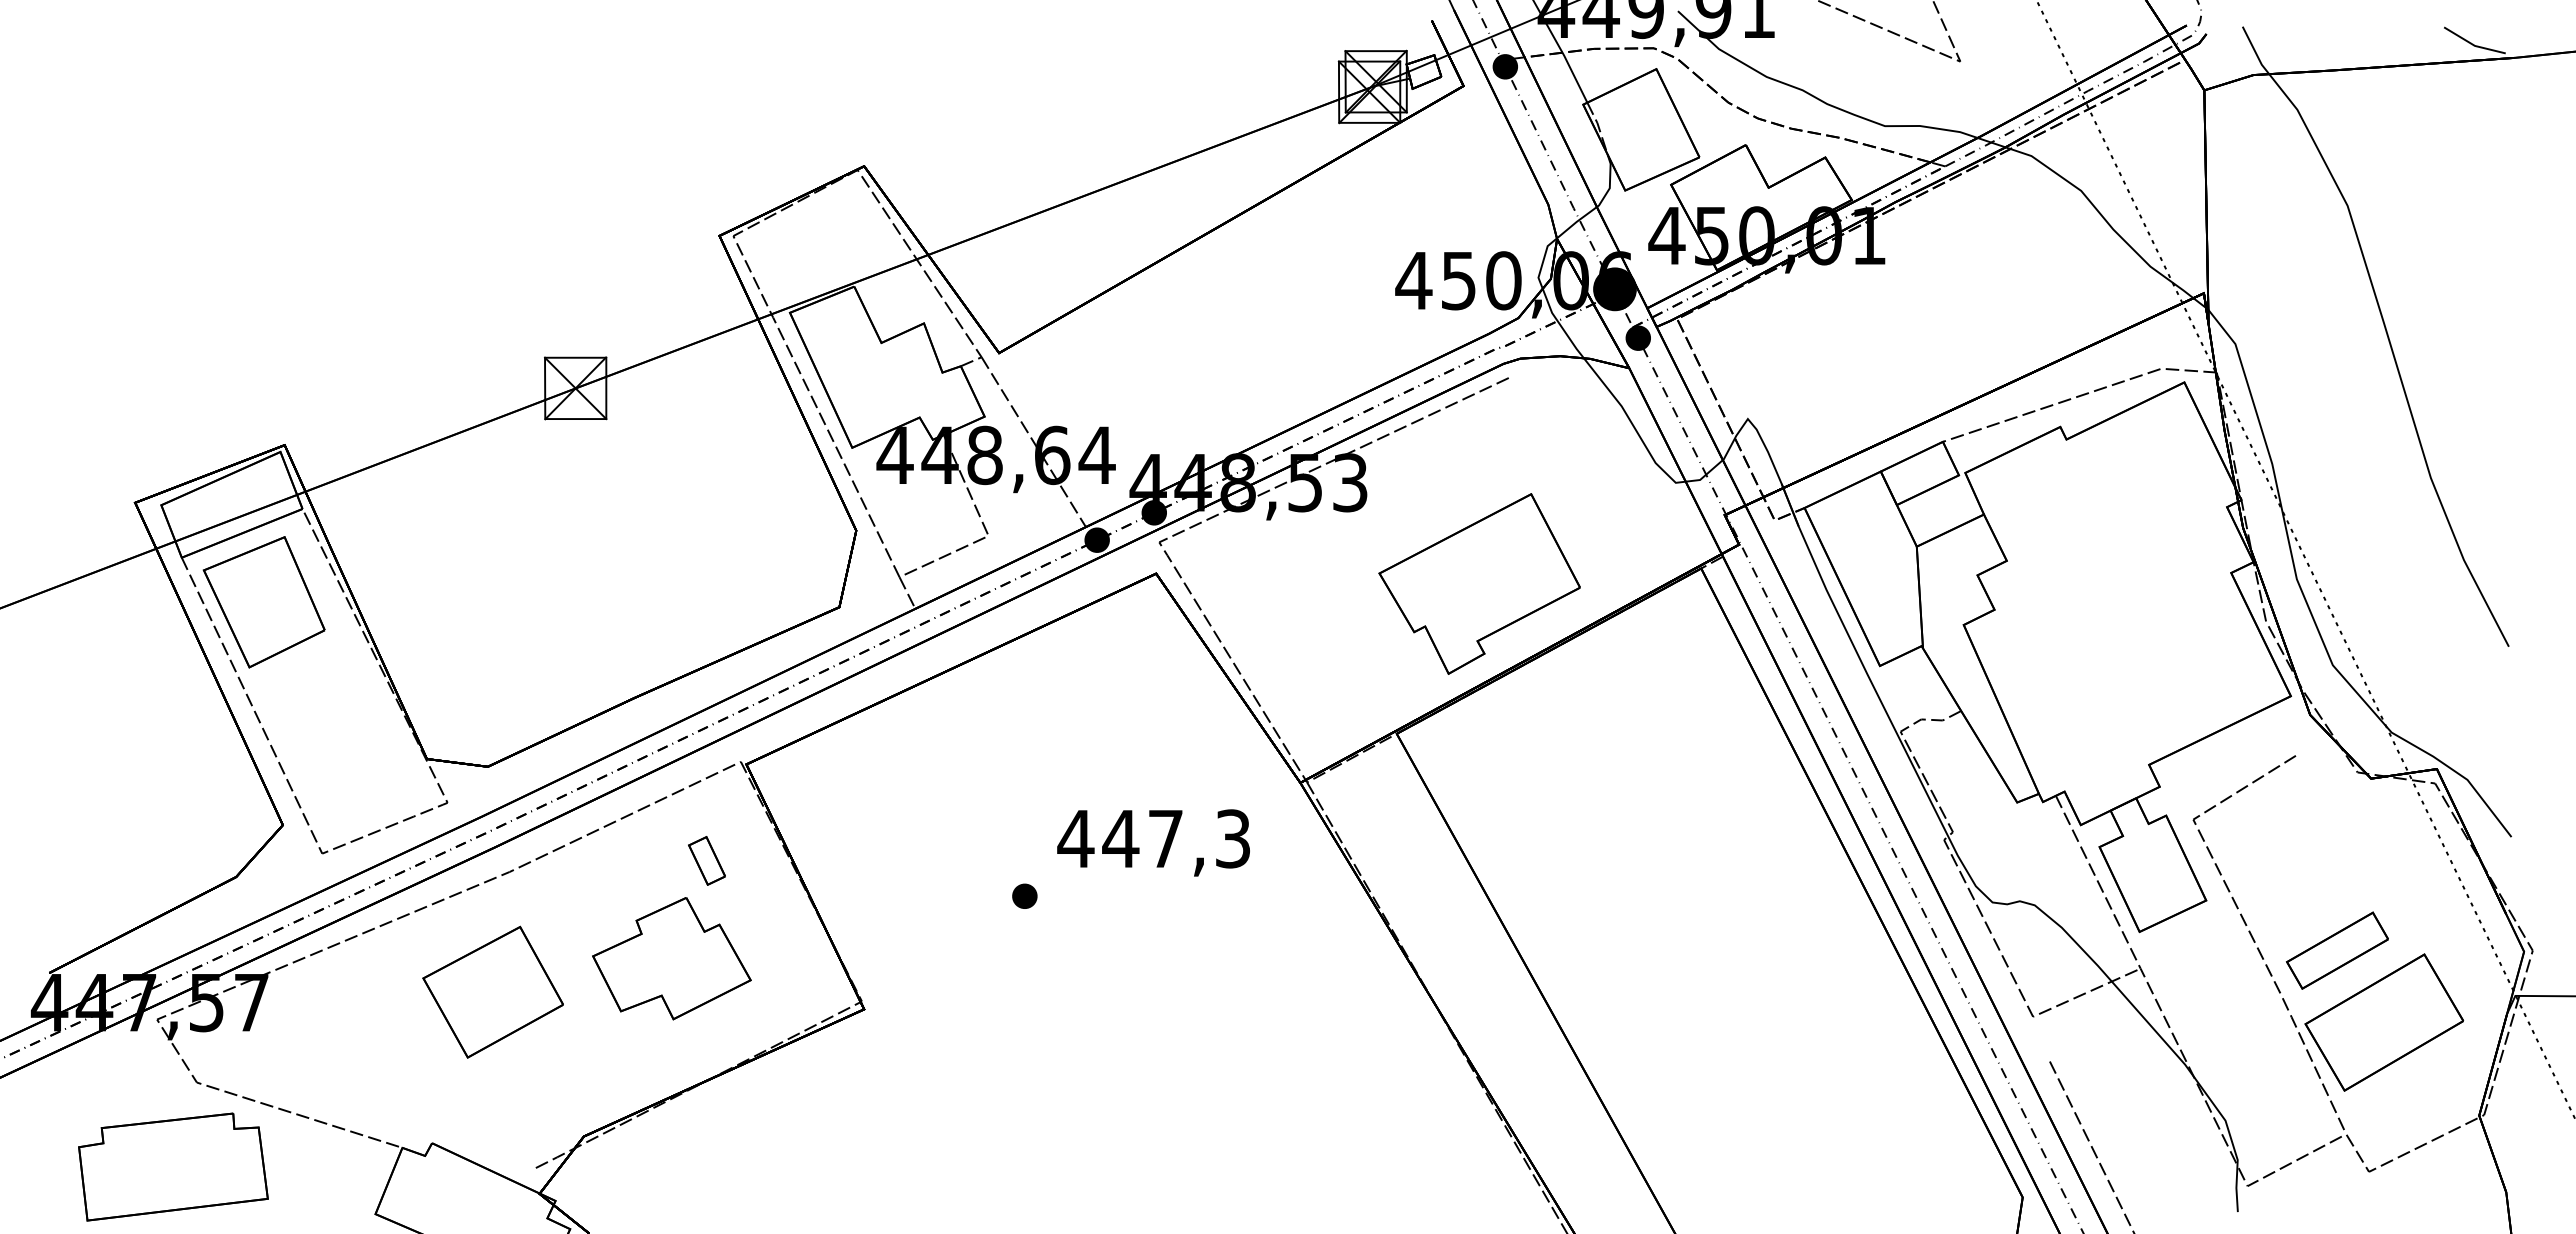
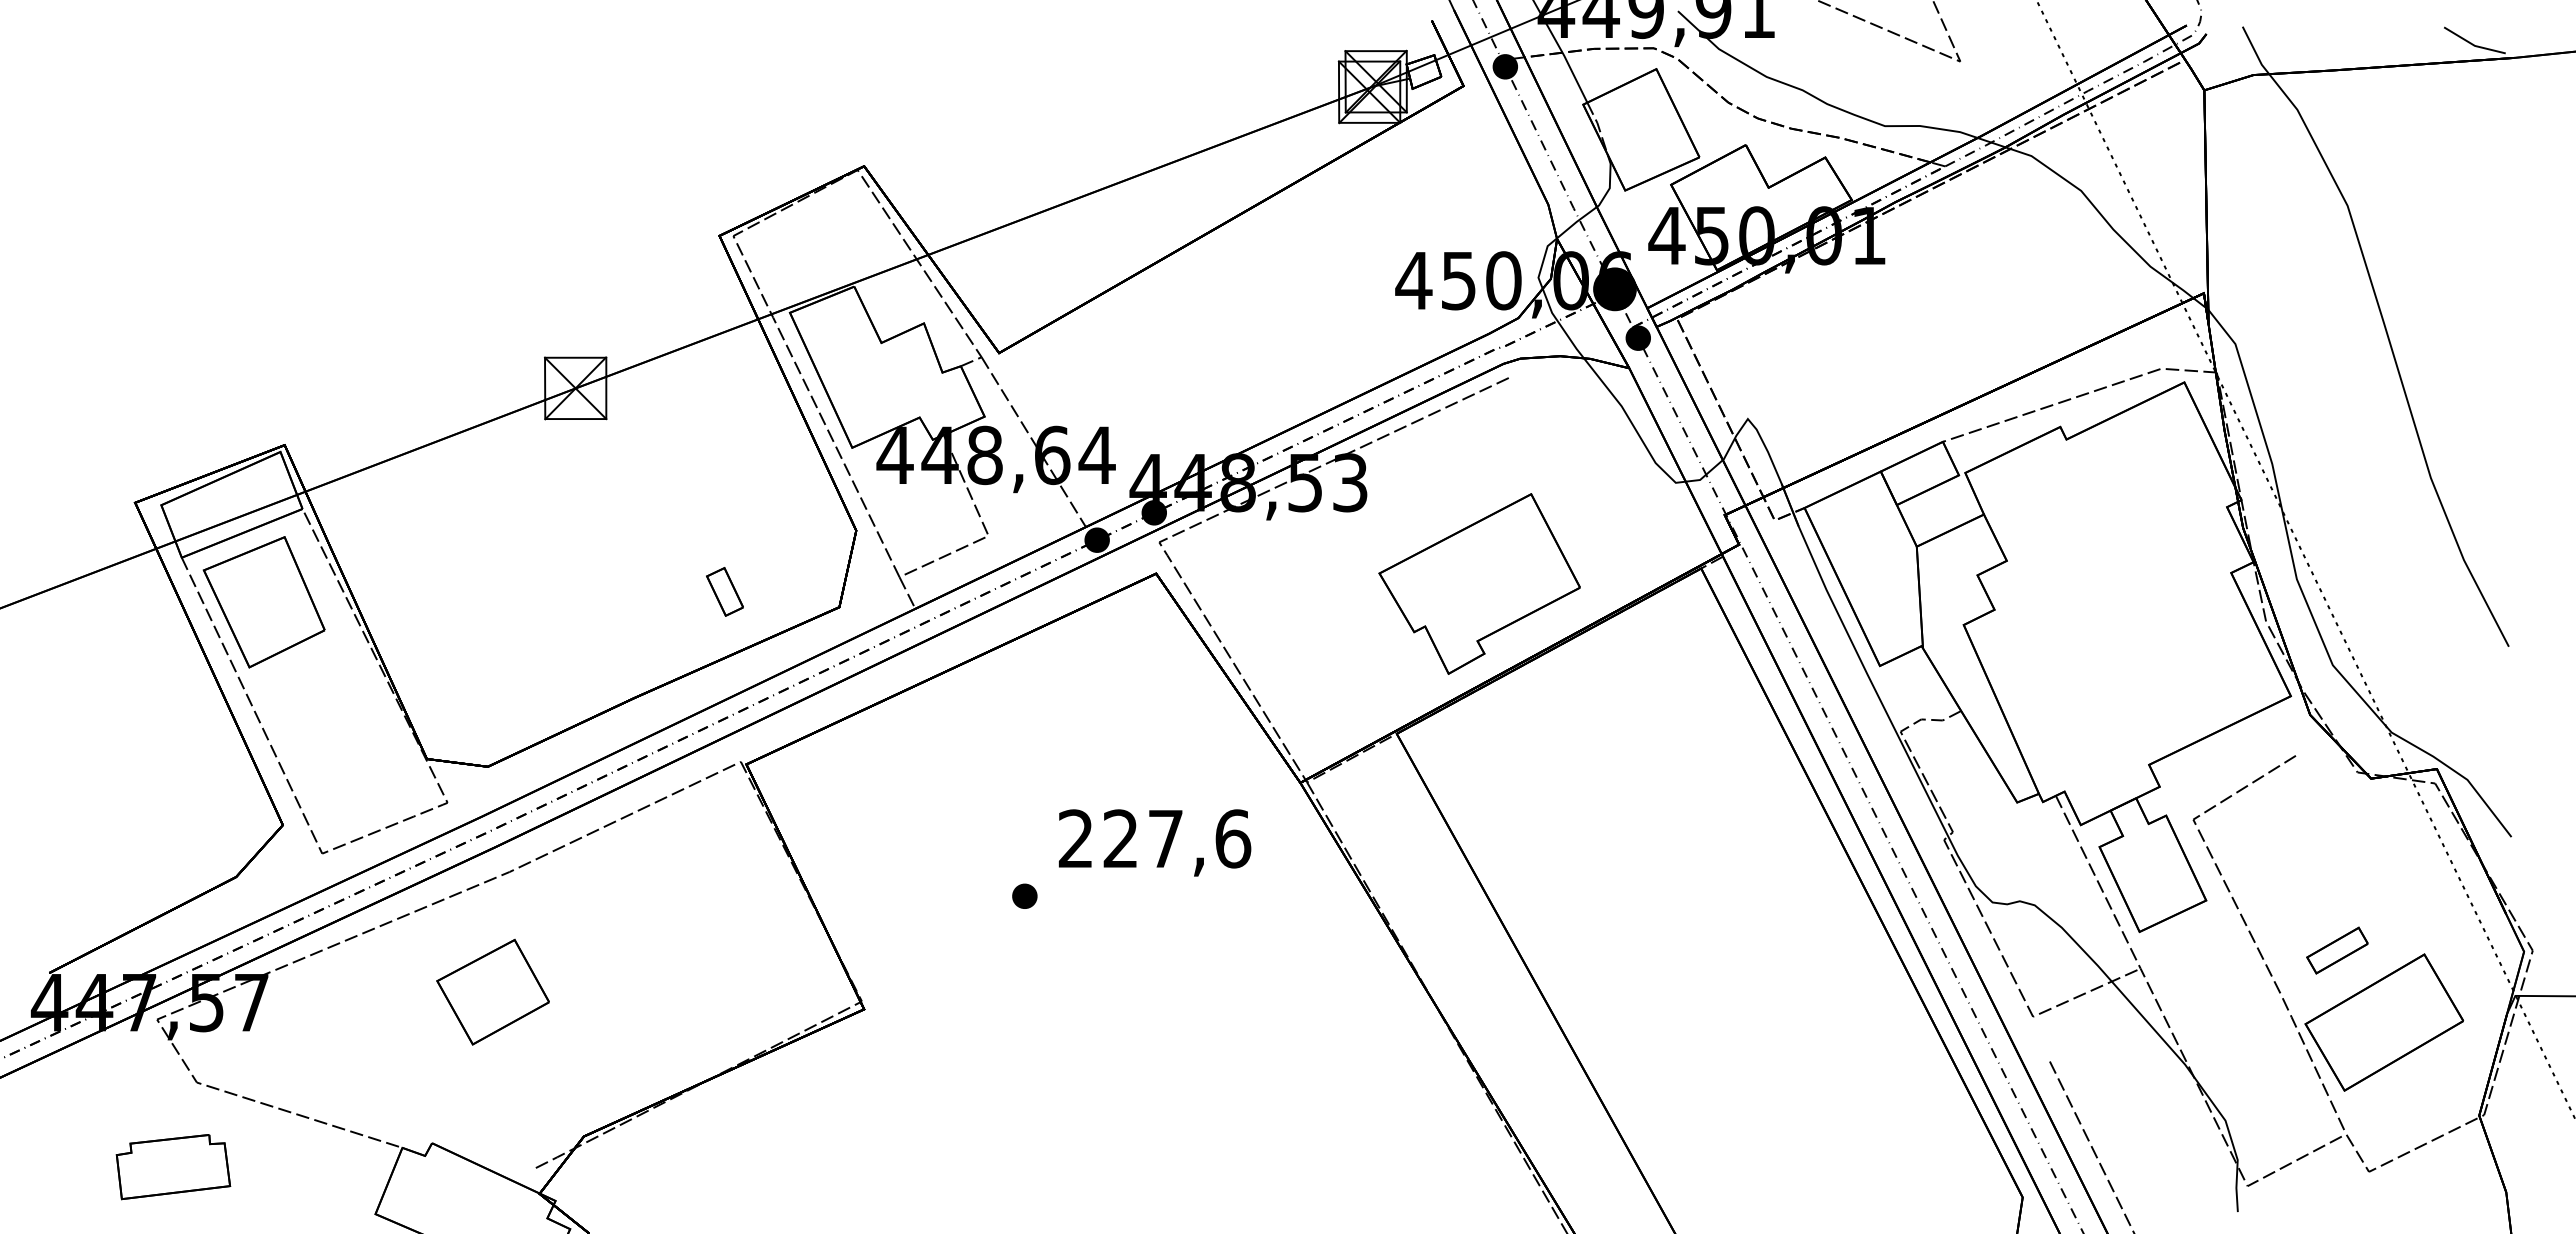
text at (1154, 838): 447,3 -> 227,6
part at (706, 860) position: (706, 860) -> (724, 591)
part at (2337, 950) size: 103x79 px -> 63x49 px
part at (671, 958): present -> none
part at (492, 991) size: 142x134 px -> 114x108 px
part at (173, 1166) size: 191x110 px -> 117x67 px
